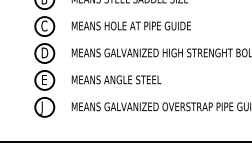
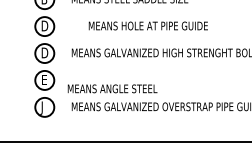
text at (44, 25): C -> D
text at (130, 25) position: (130, 25) -> (147, 25)
text at (116, 79) position: (116, 79) -> (112, 88)
